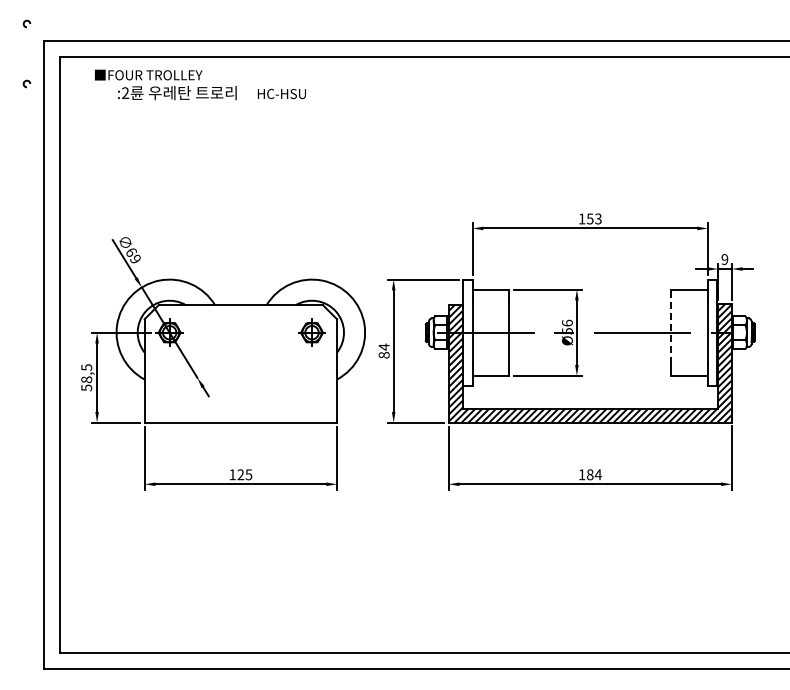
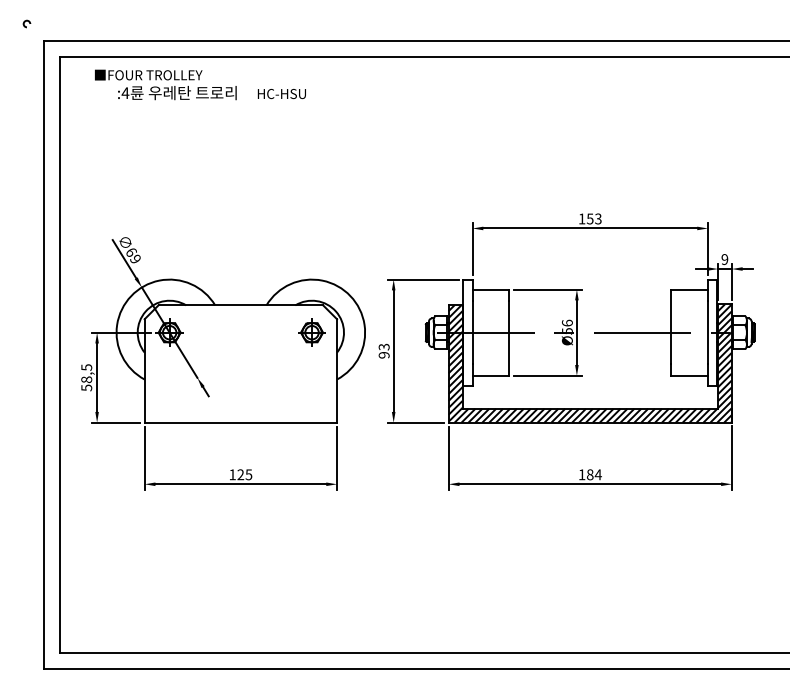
arc at (25, 82): present -> none
text at (125, 92): :2 -> :4
line at (671, 326): dashed -> solid
text at (383, 350): 84 -> 93
